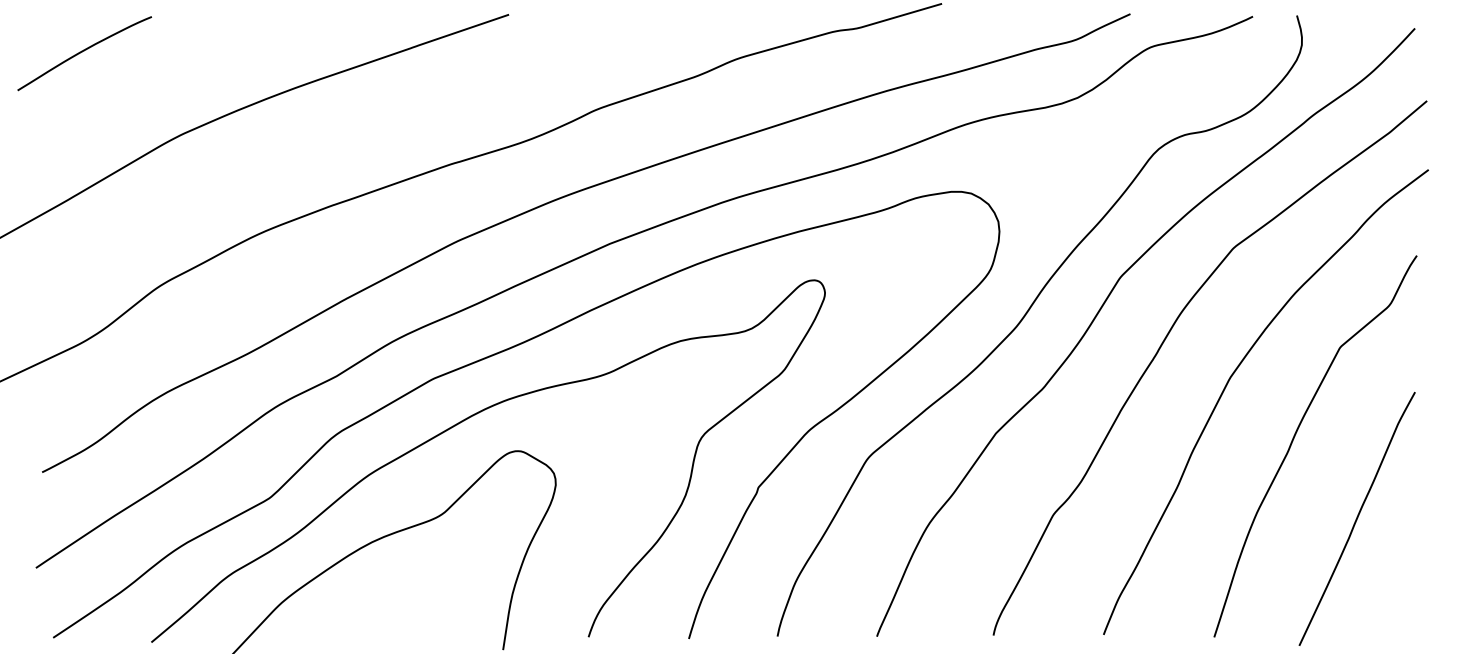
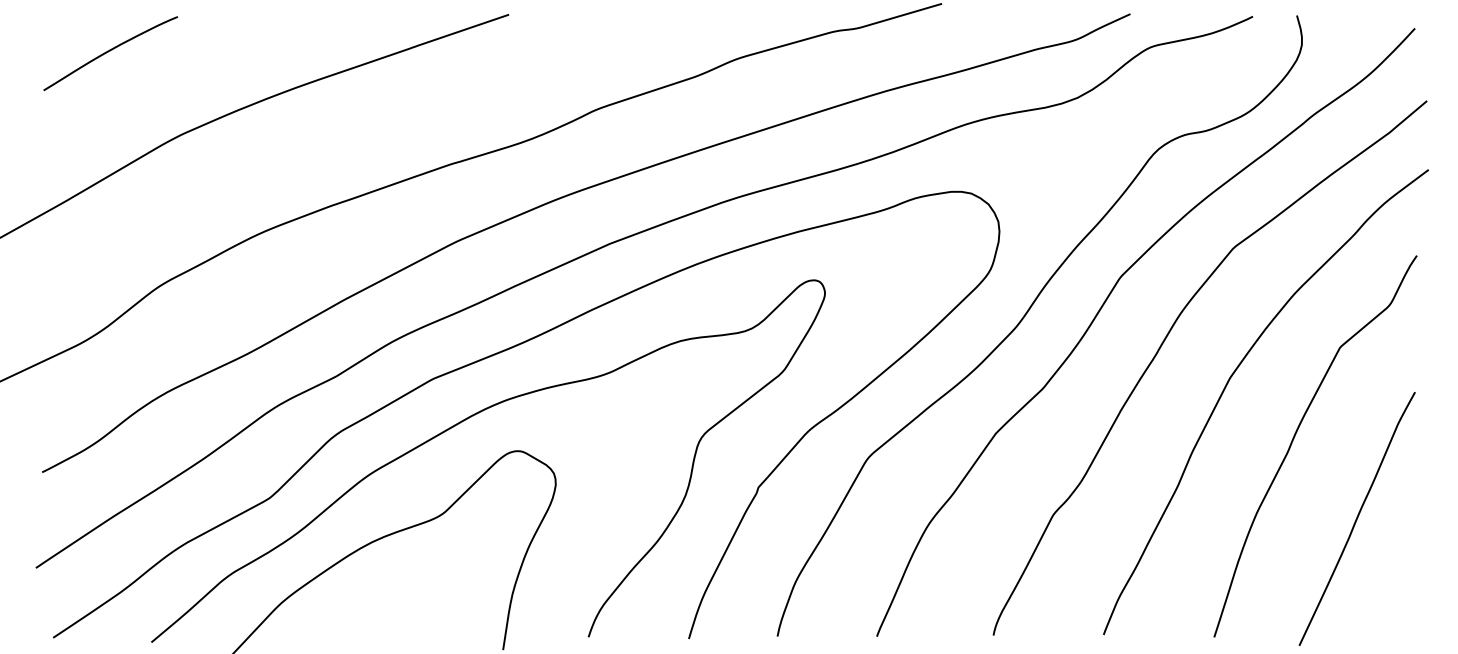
curve at (84, 51) position: (84, 51) -> (110, 51)
